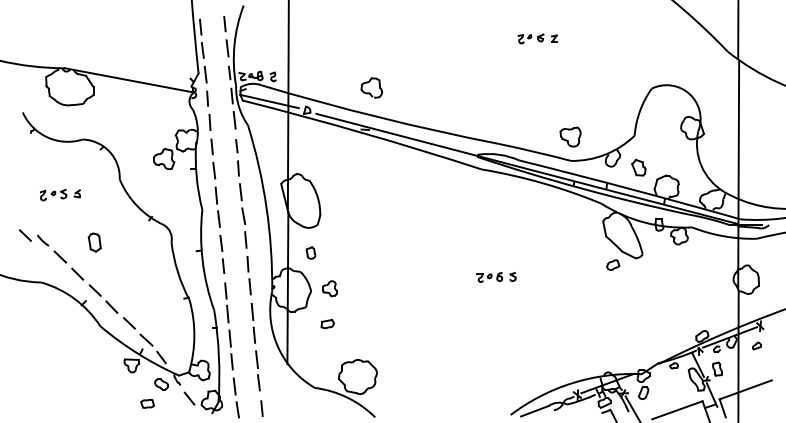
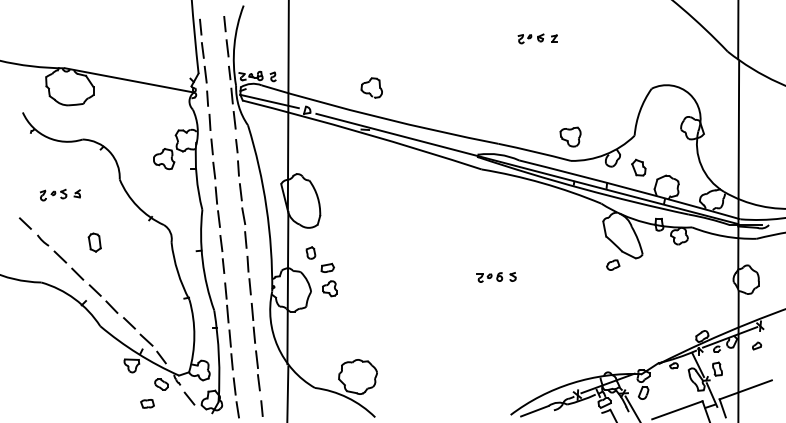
line at (24, 235) position: (24, 235) -> (24, 223)
part at (327, 323) position: (327, 323) -> (327, 267)
line at (287, 392): none -> present
